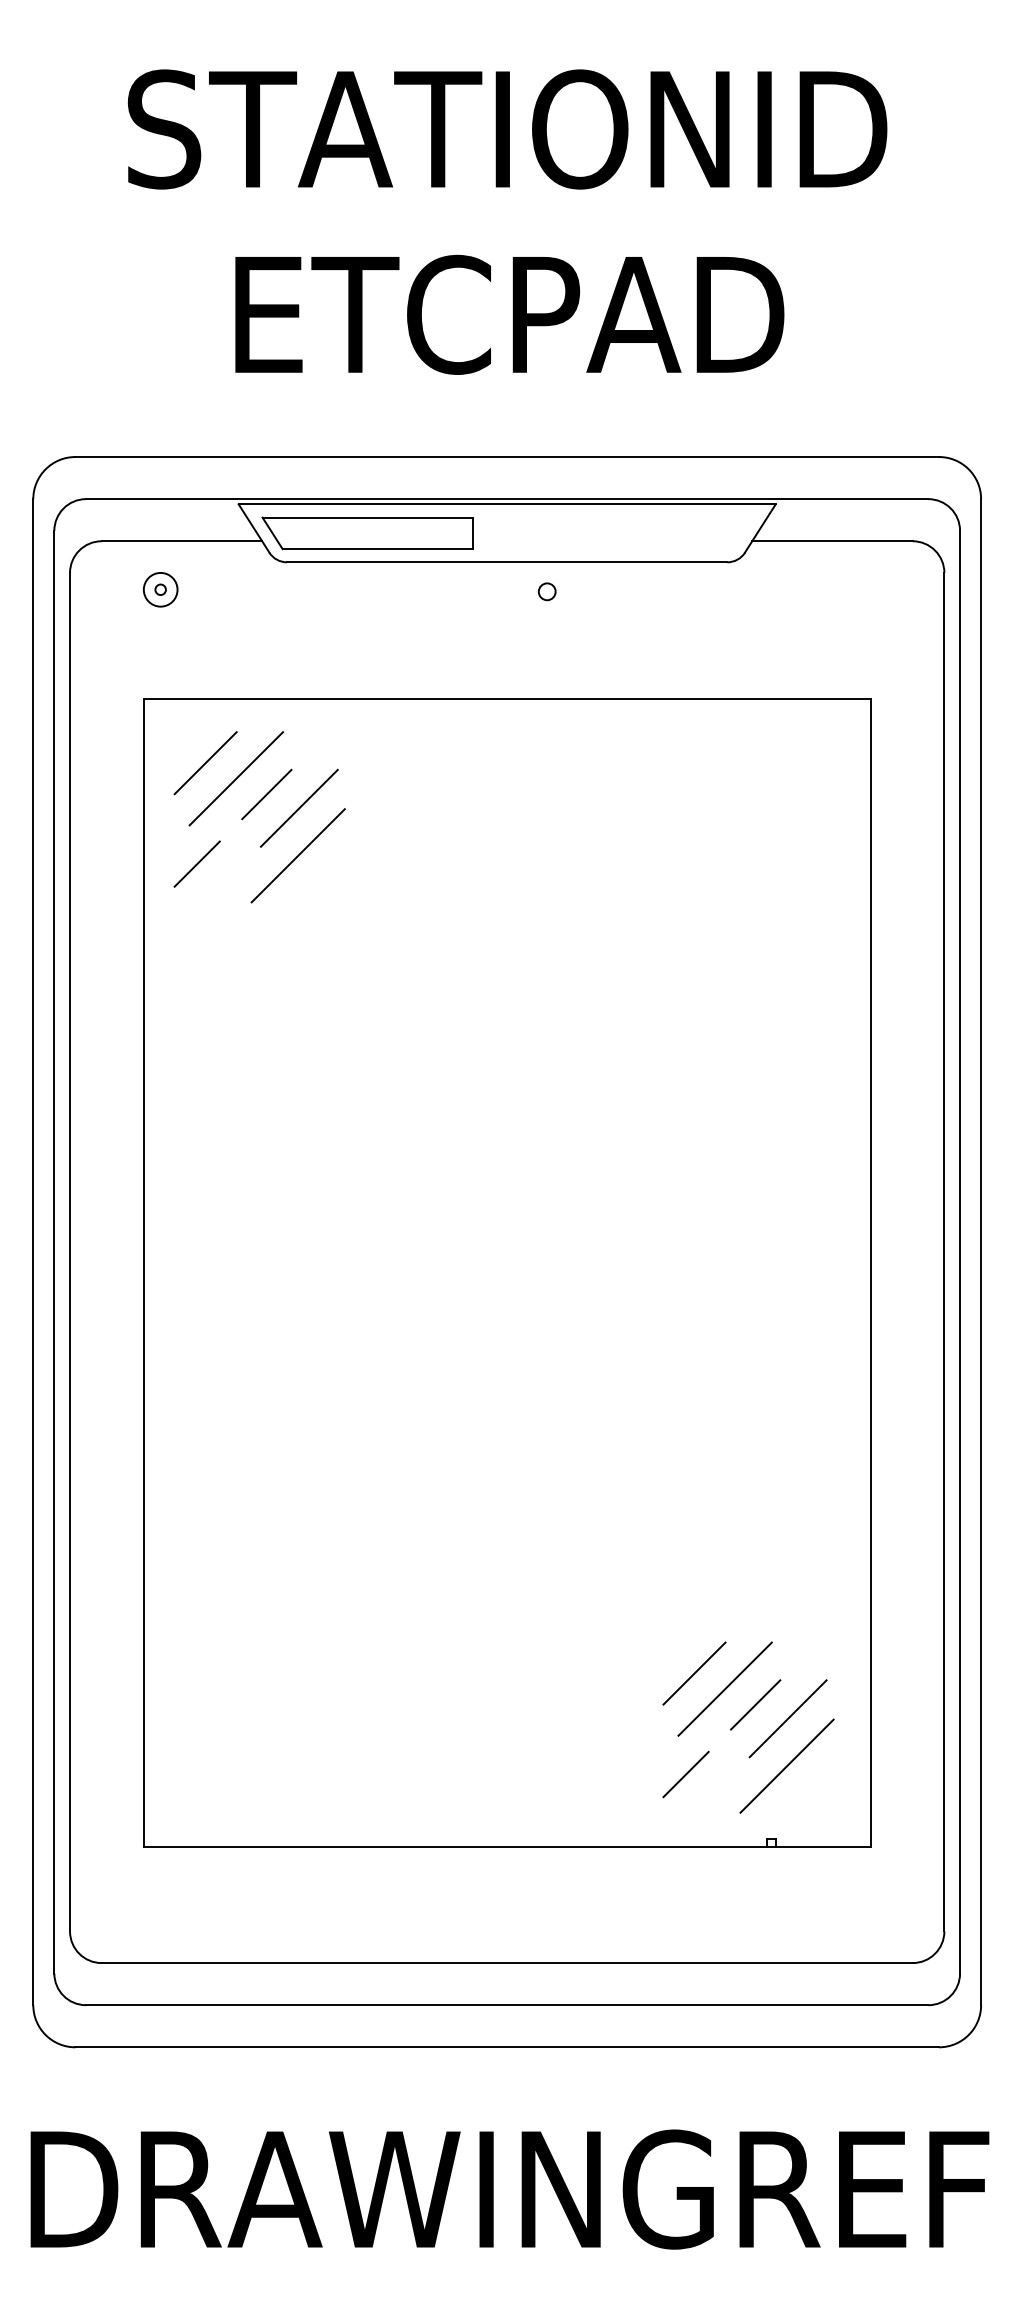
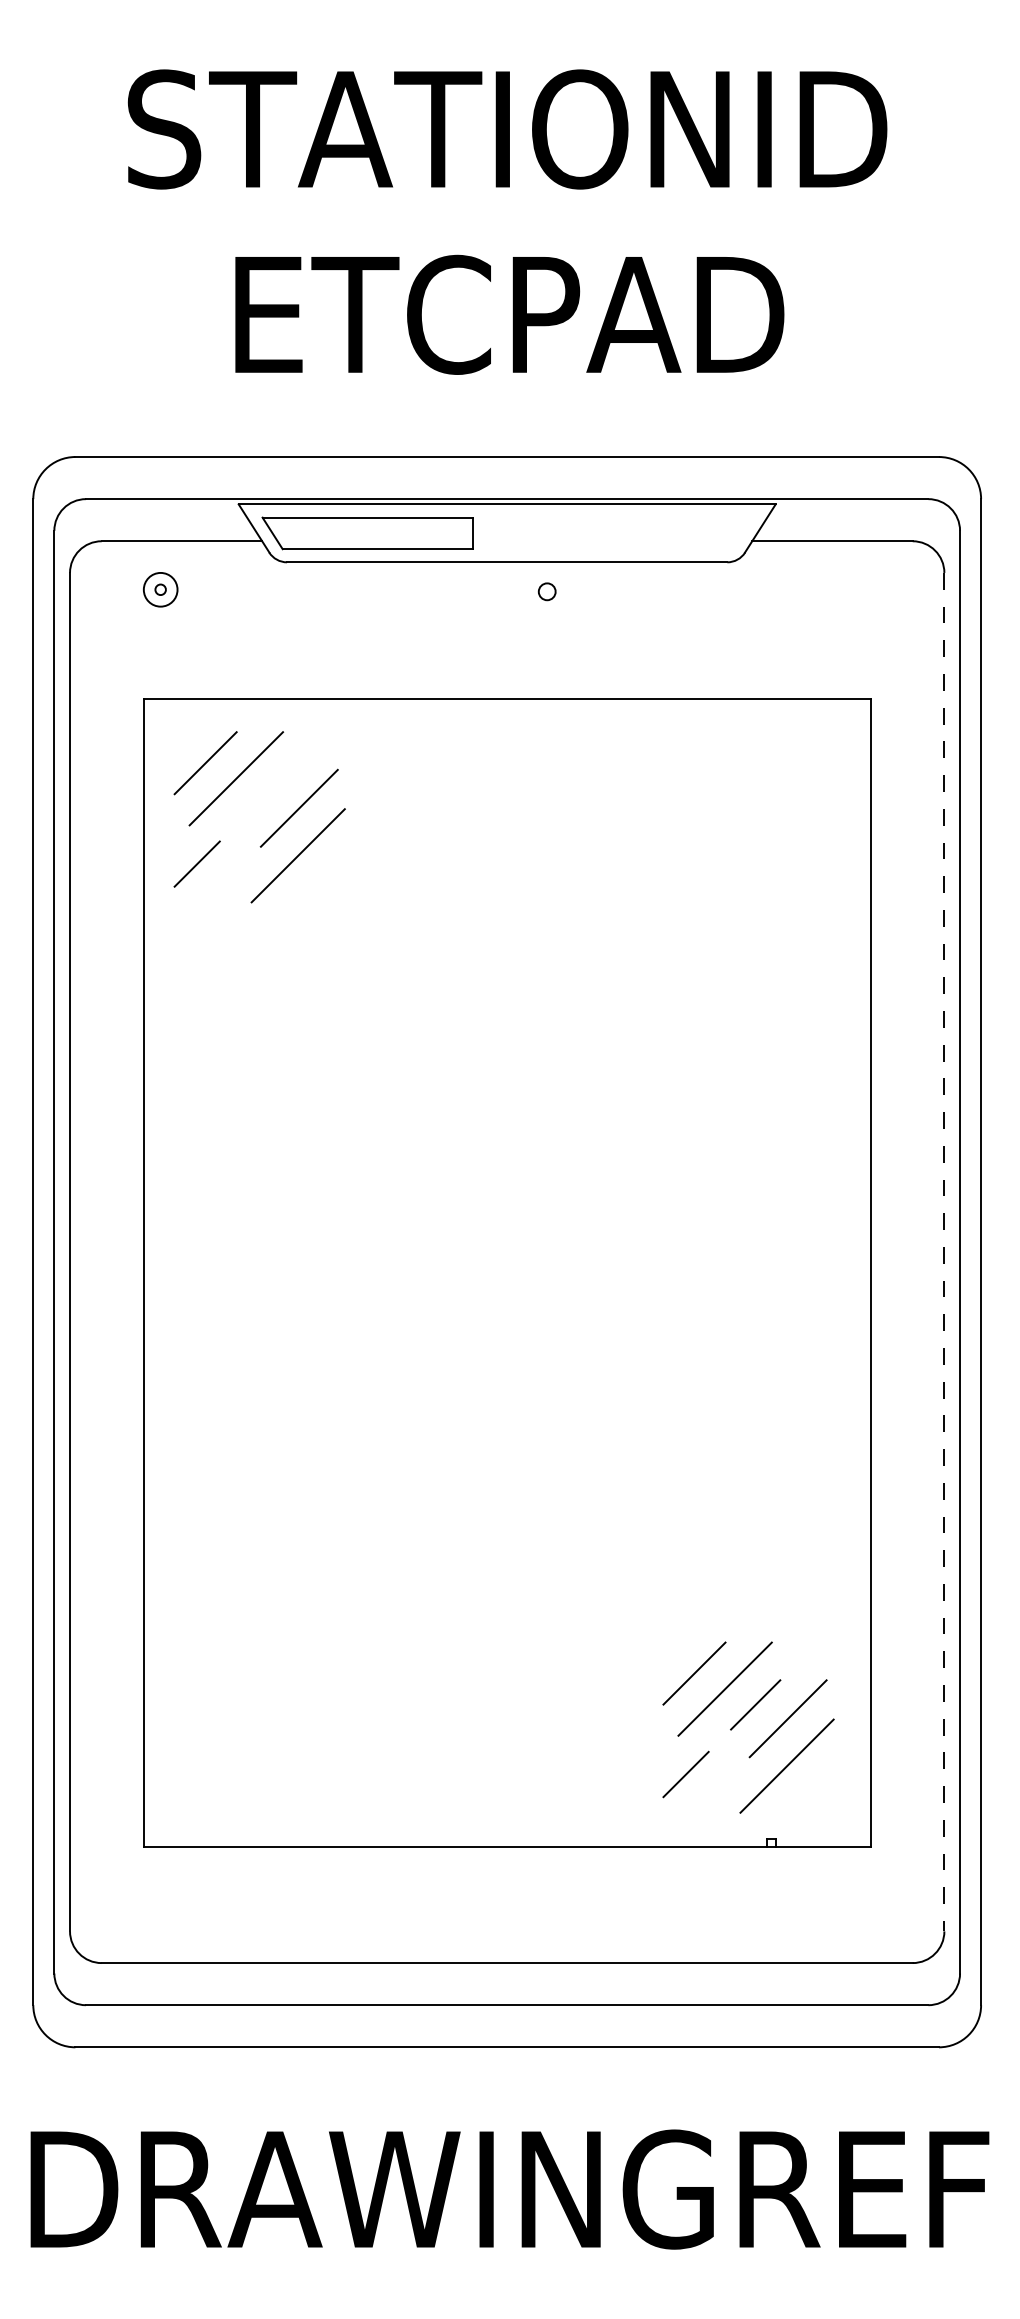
line at (266, 794): present -> none
line at (944, 1252): solid -> dashed
